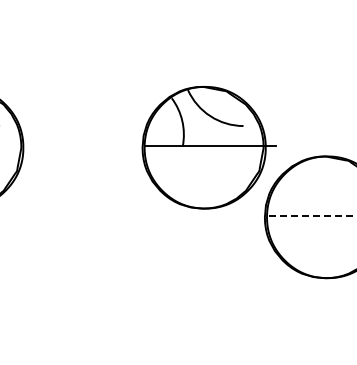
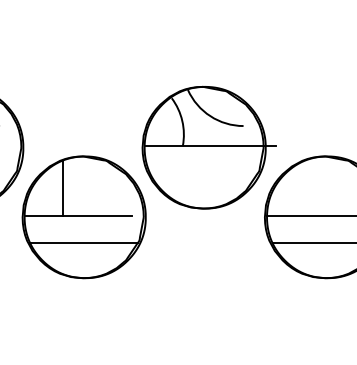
line at (311, 216): dashed -> solid
part at (83, 217): none -> present
line at (312, 242): none -> present
